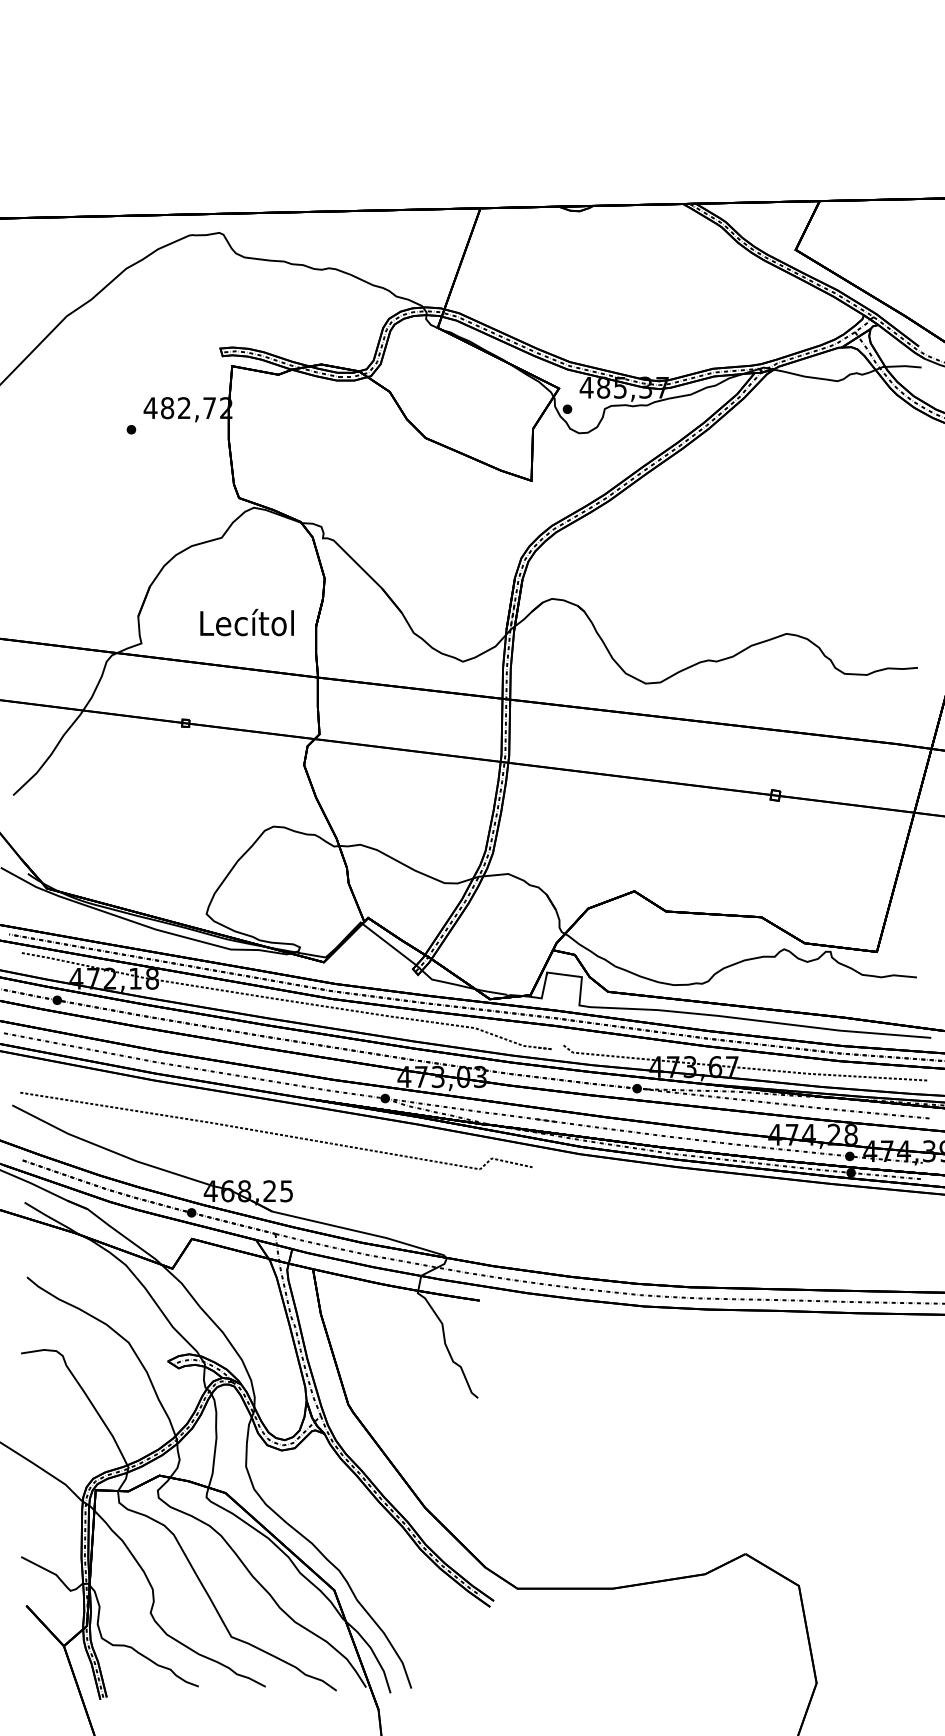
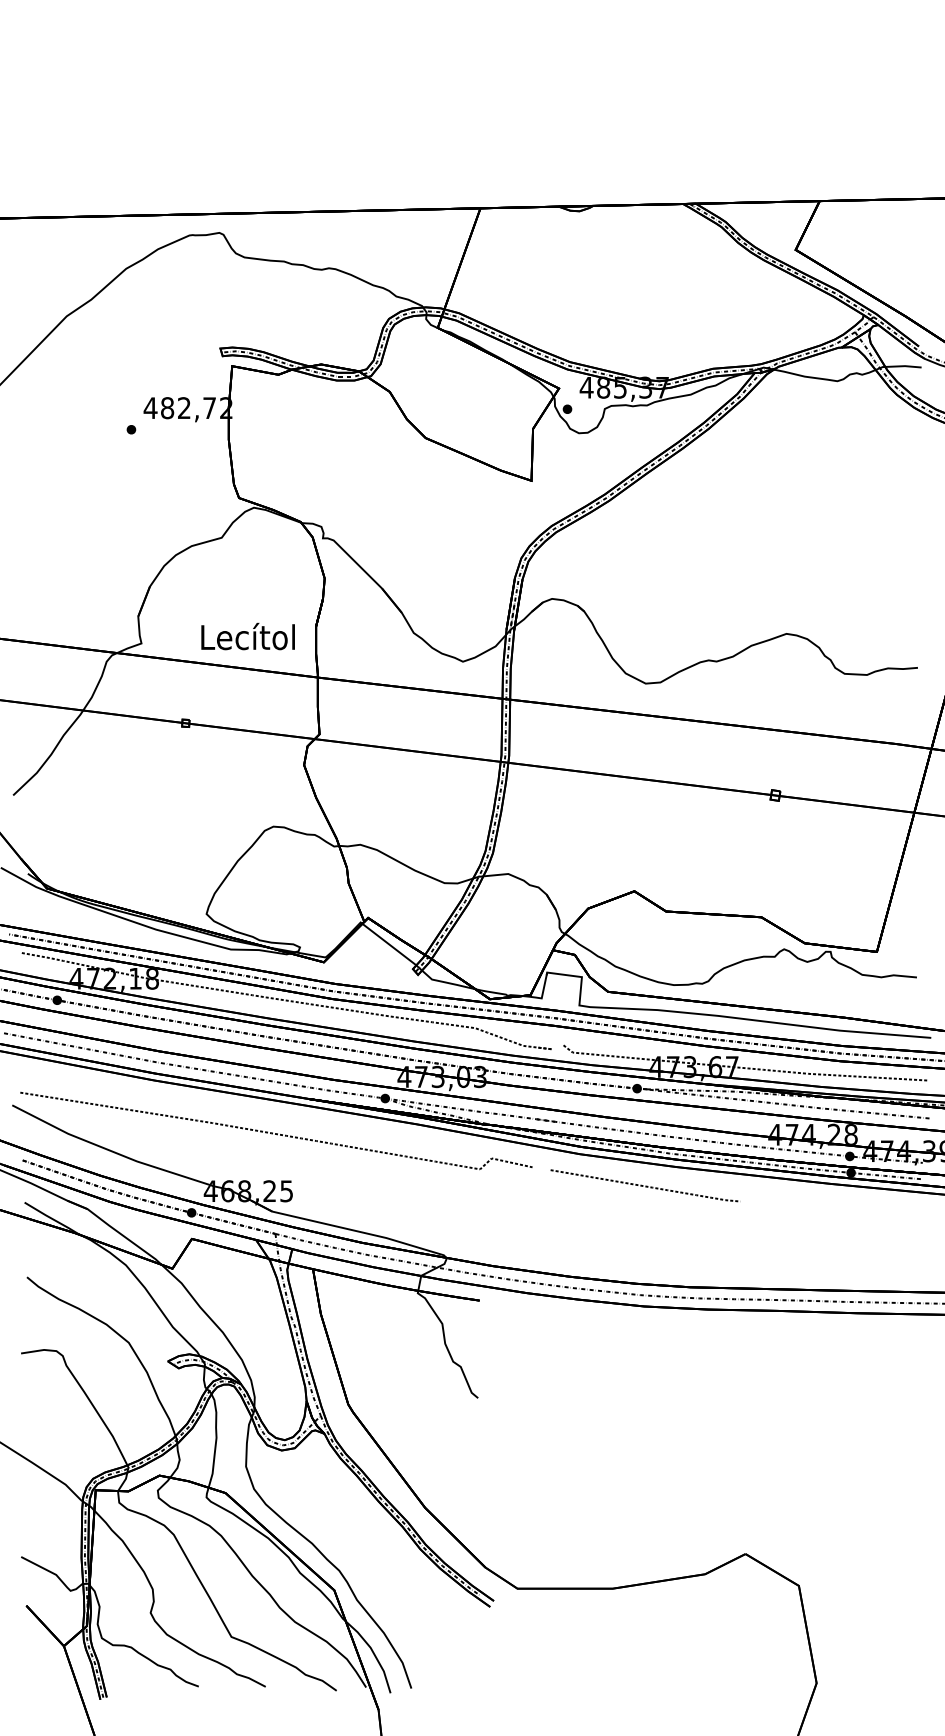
text at (246, 622) position: (246, 622) -> (247, 636)
curve at (645, 1185): none -> present
